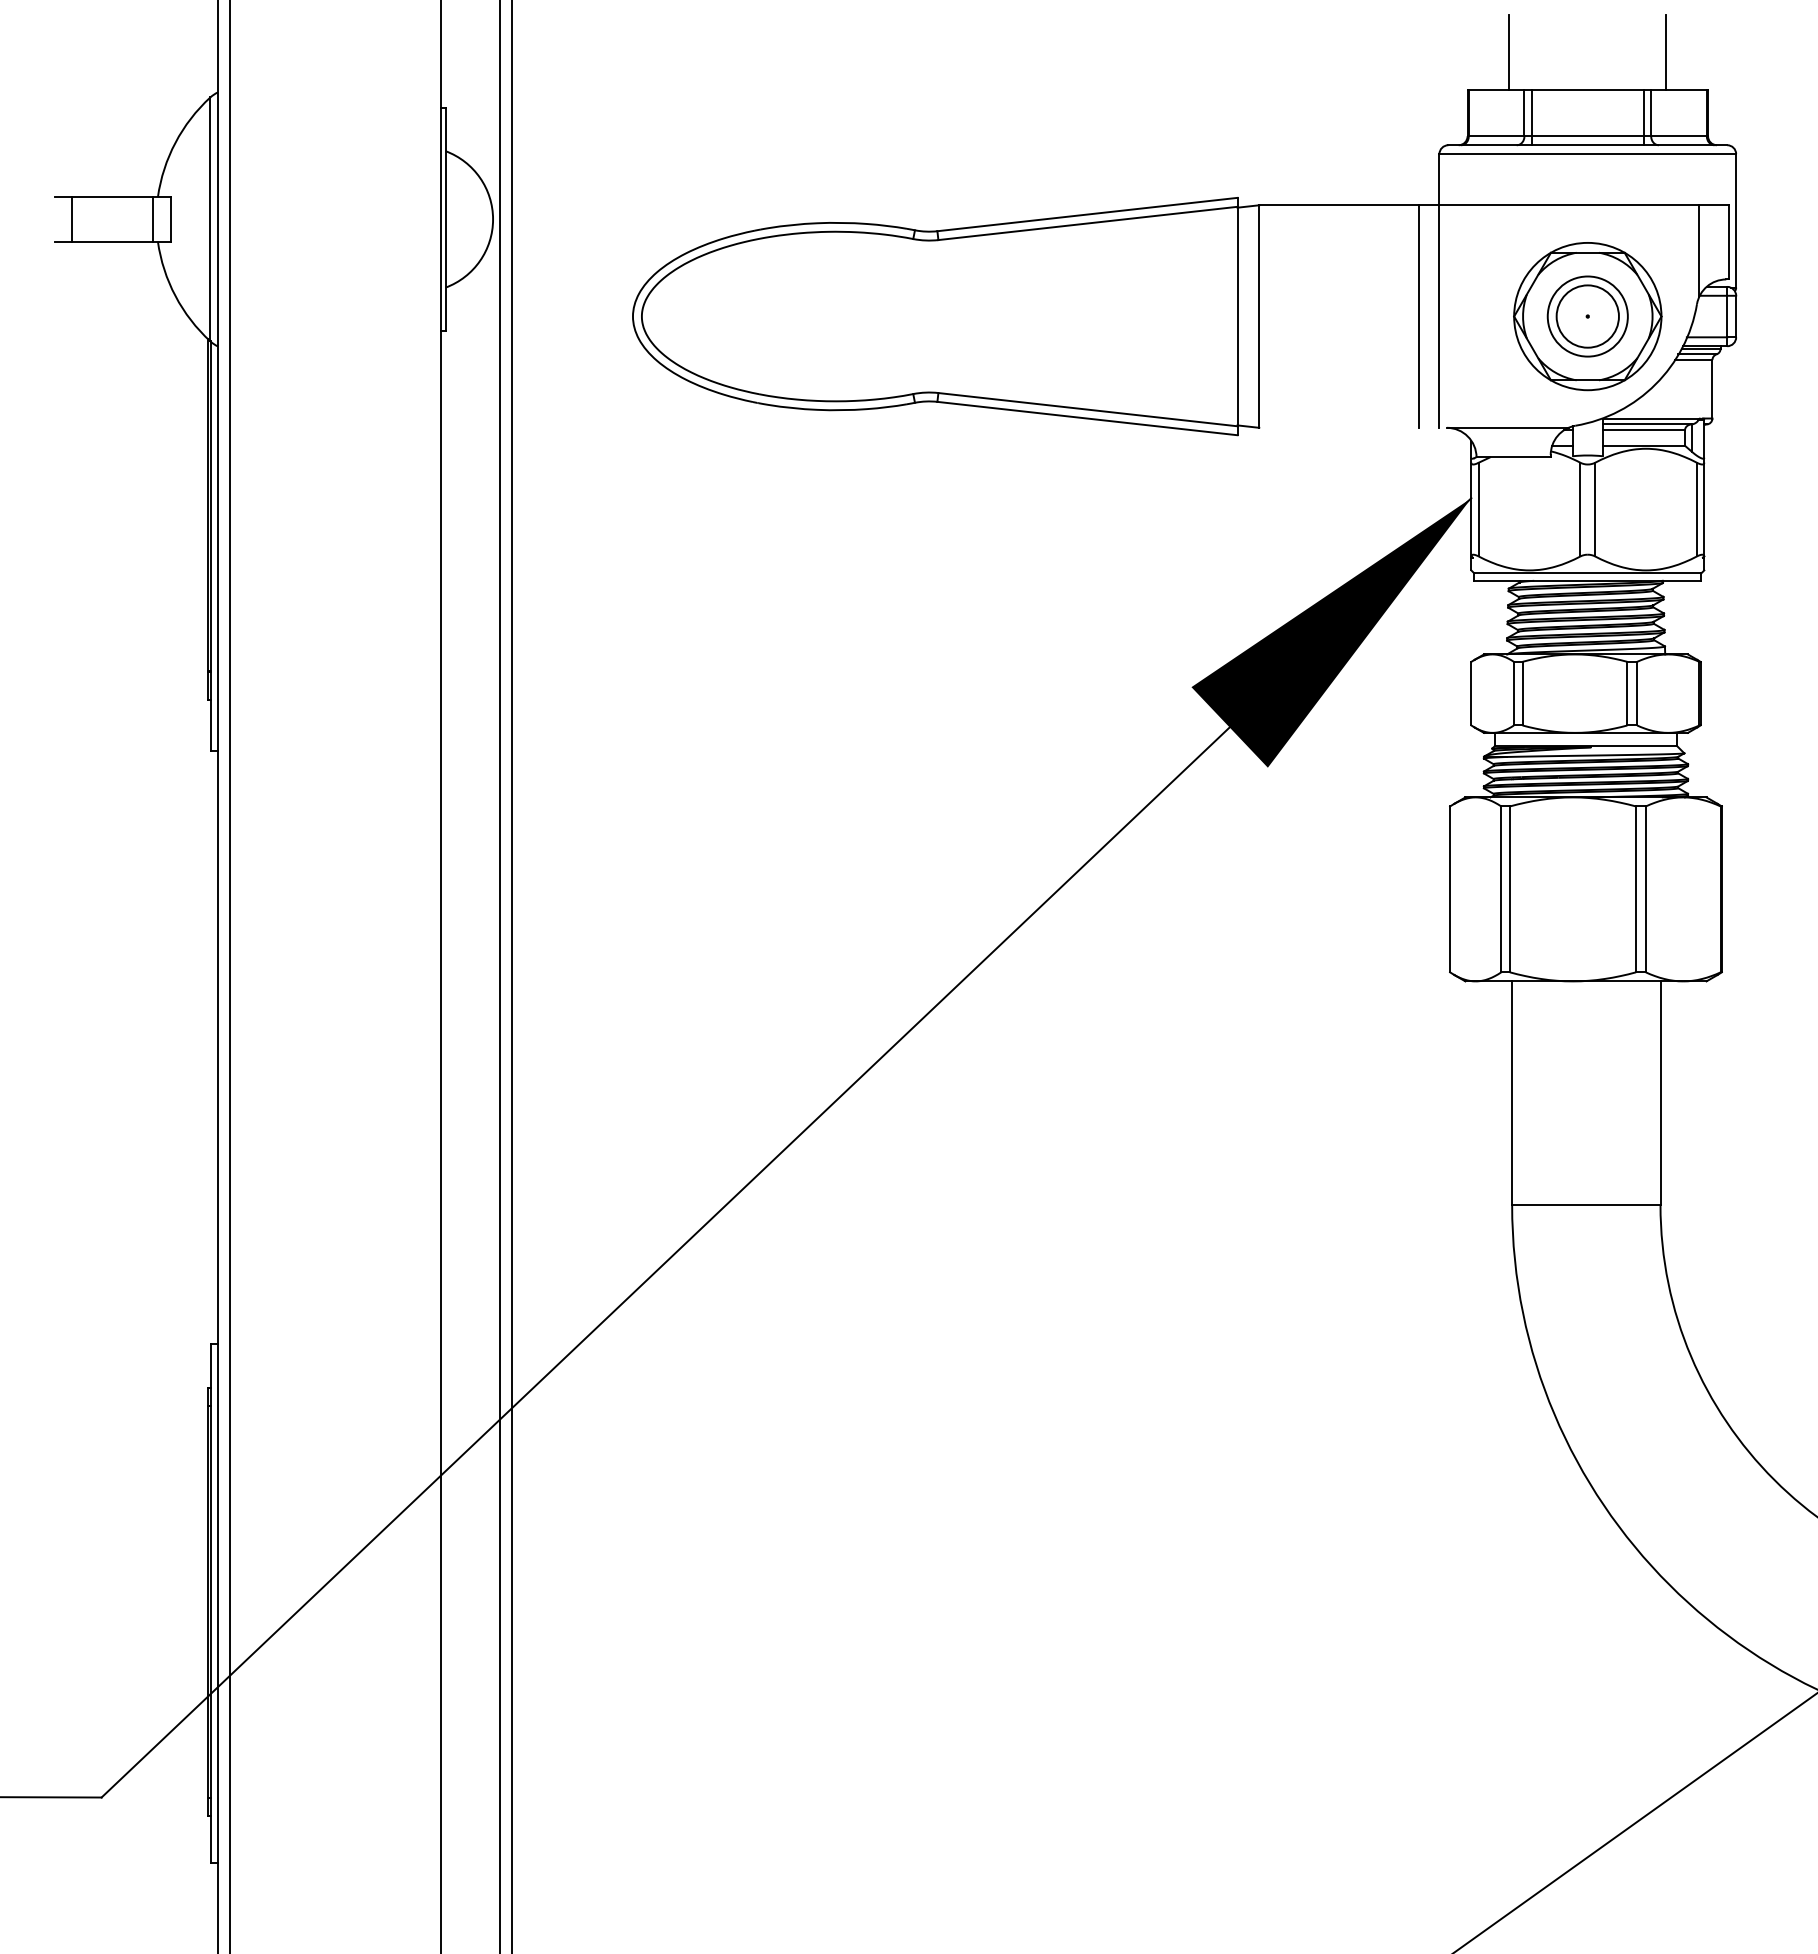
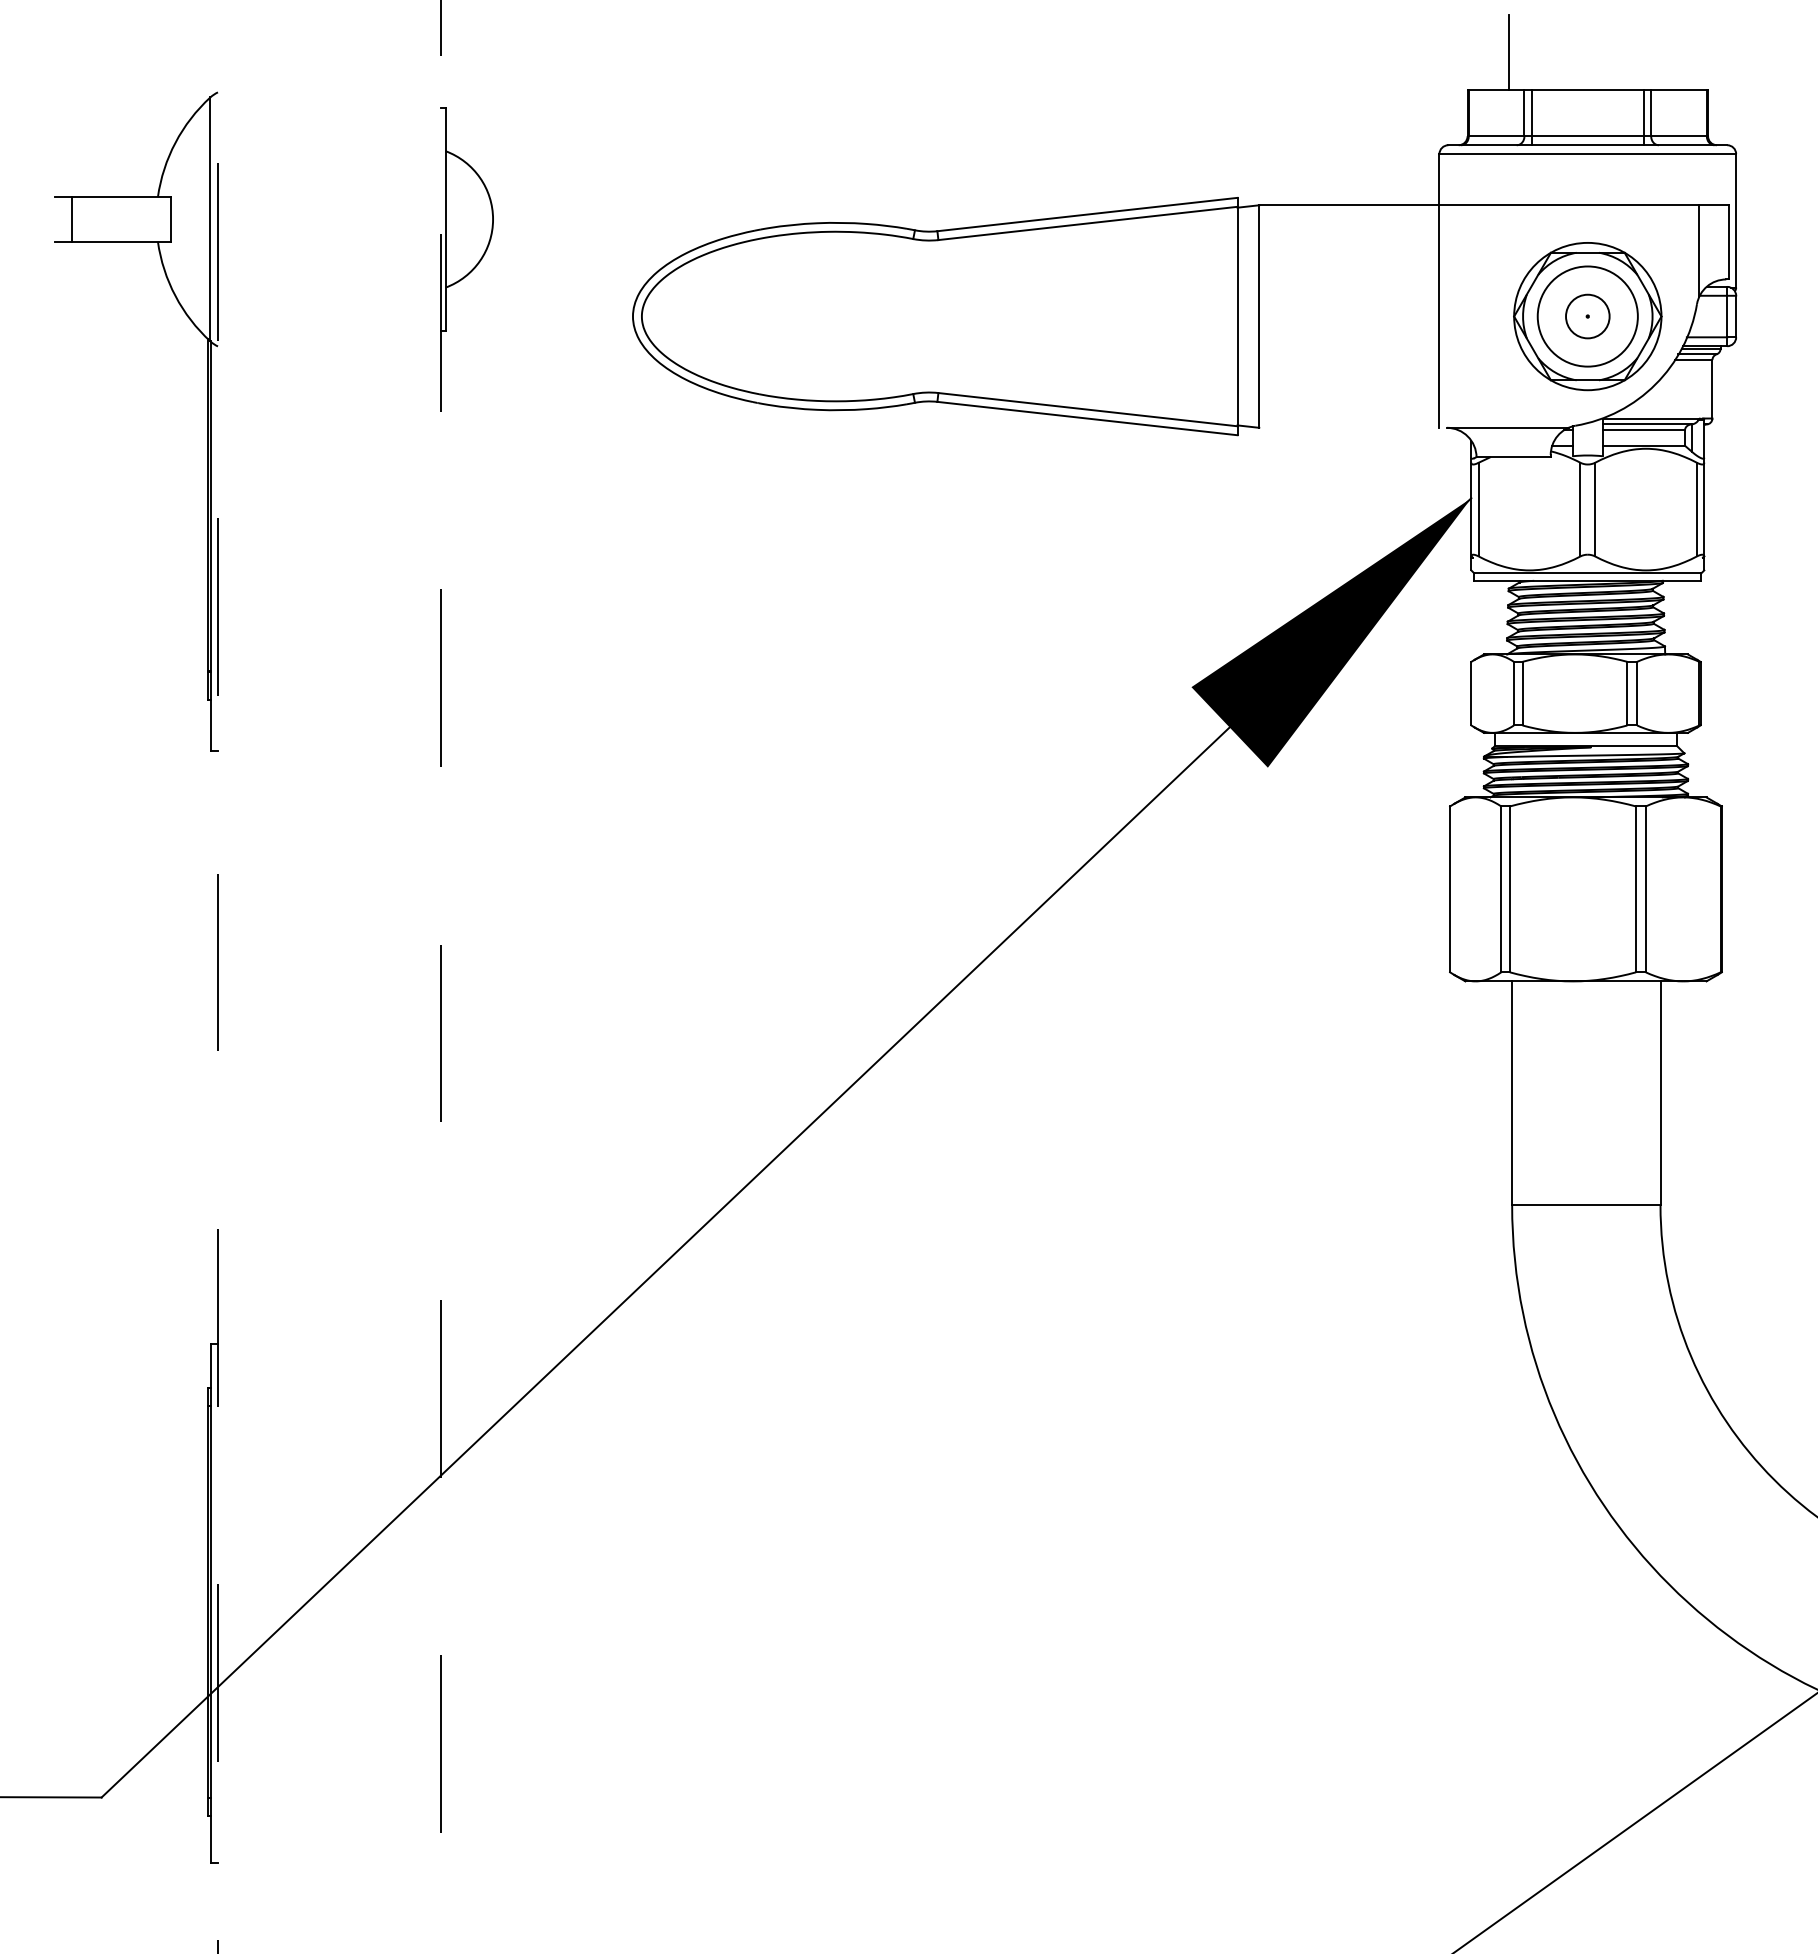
line at (1666, 52): present -> none
line at (153, 219): present -> none
line at (1419, 316): present -> none
circle at (1587, 316) diameter: 62 px -> 44 px
circle at (1587, 316) diameter: 80 px -> 100 px
line at (218, 976): solid -> dashed
line at (230, 976): present -> none
line at (440, 976): solid -> dashed
line at (499, 976): present -> none
line at (512, 976): present -> none
